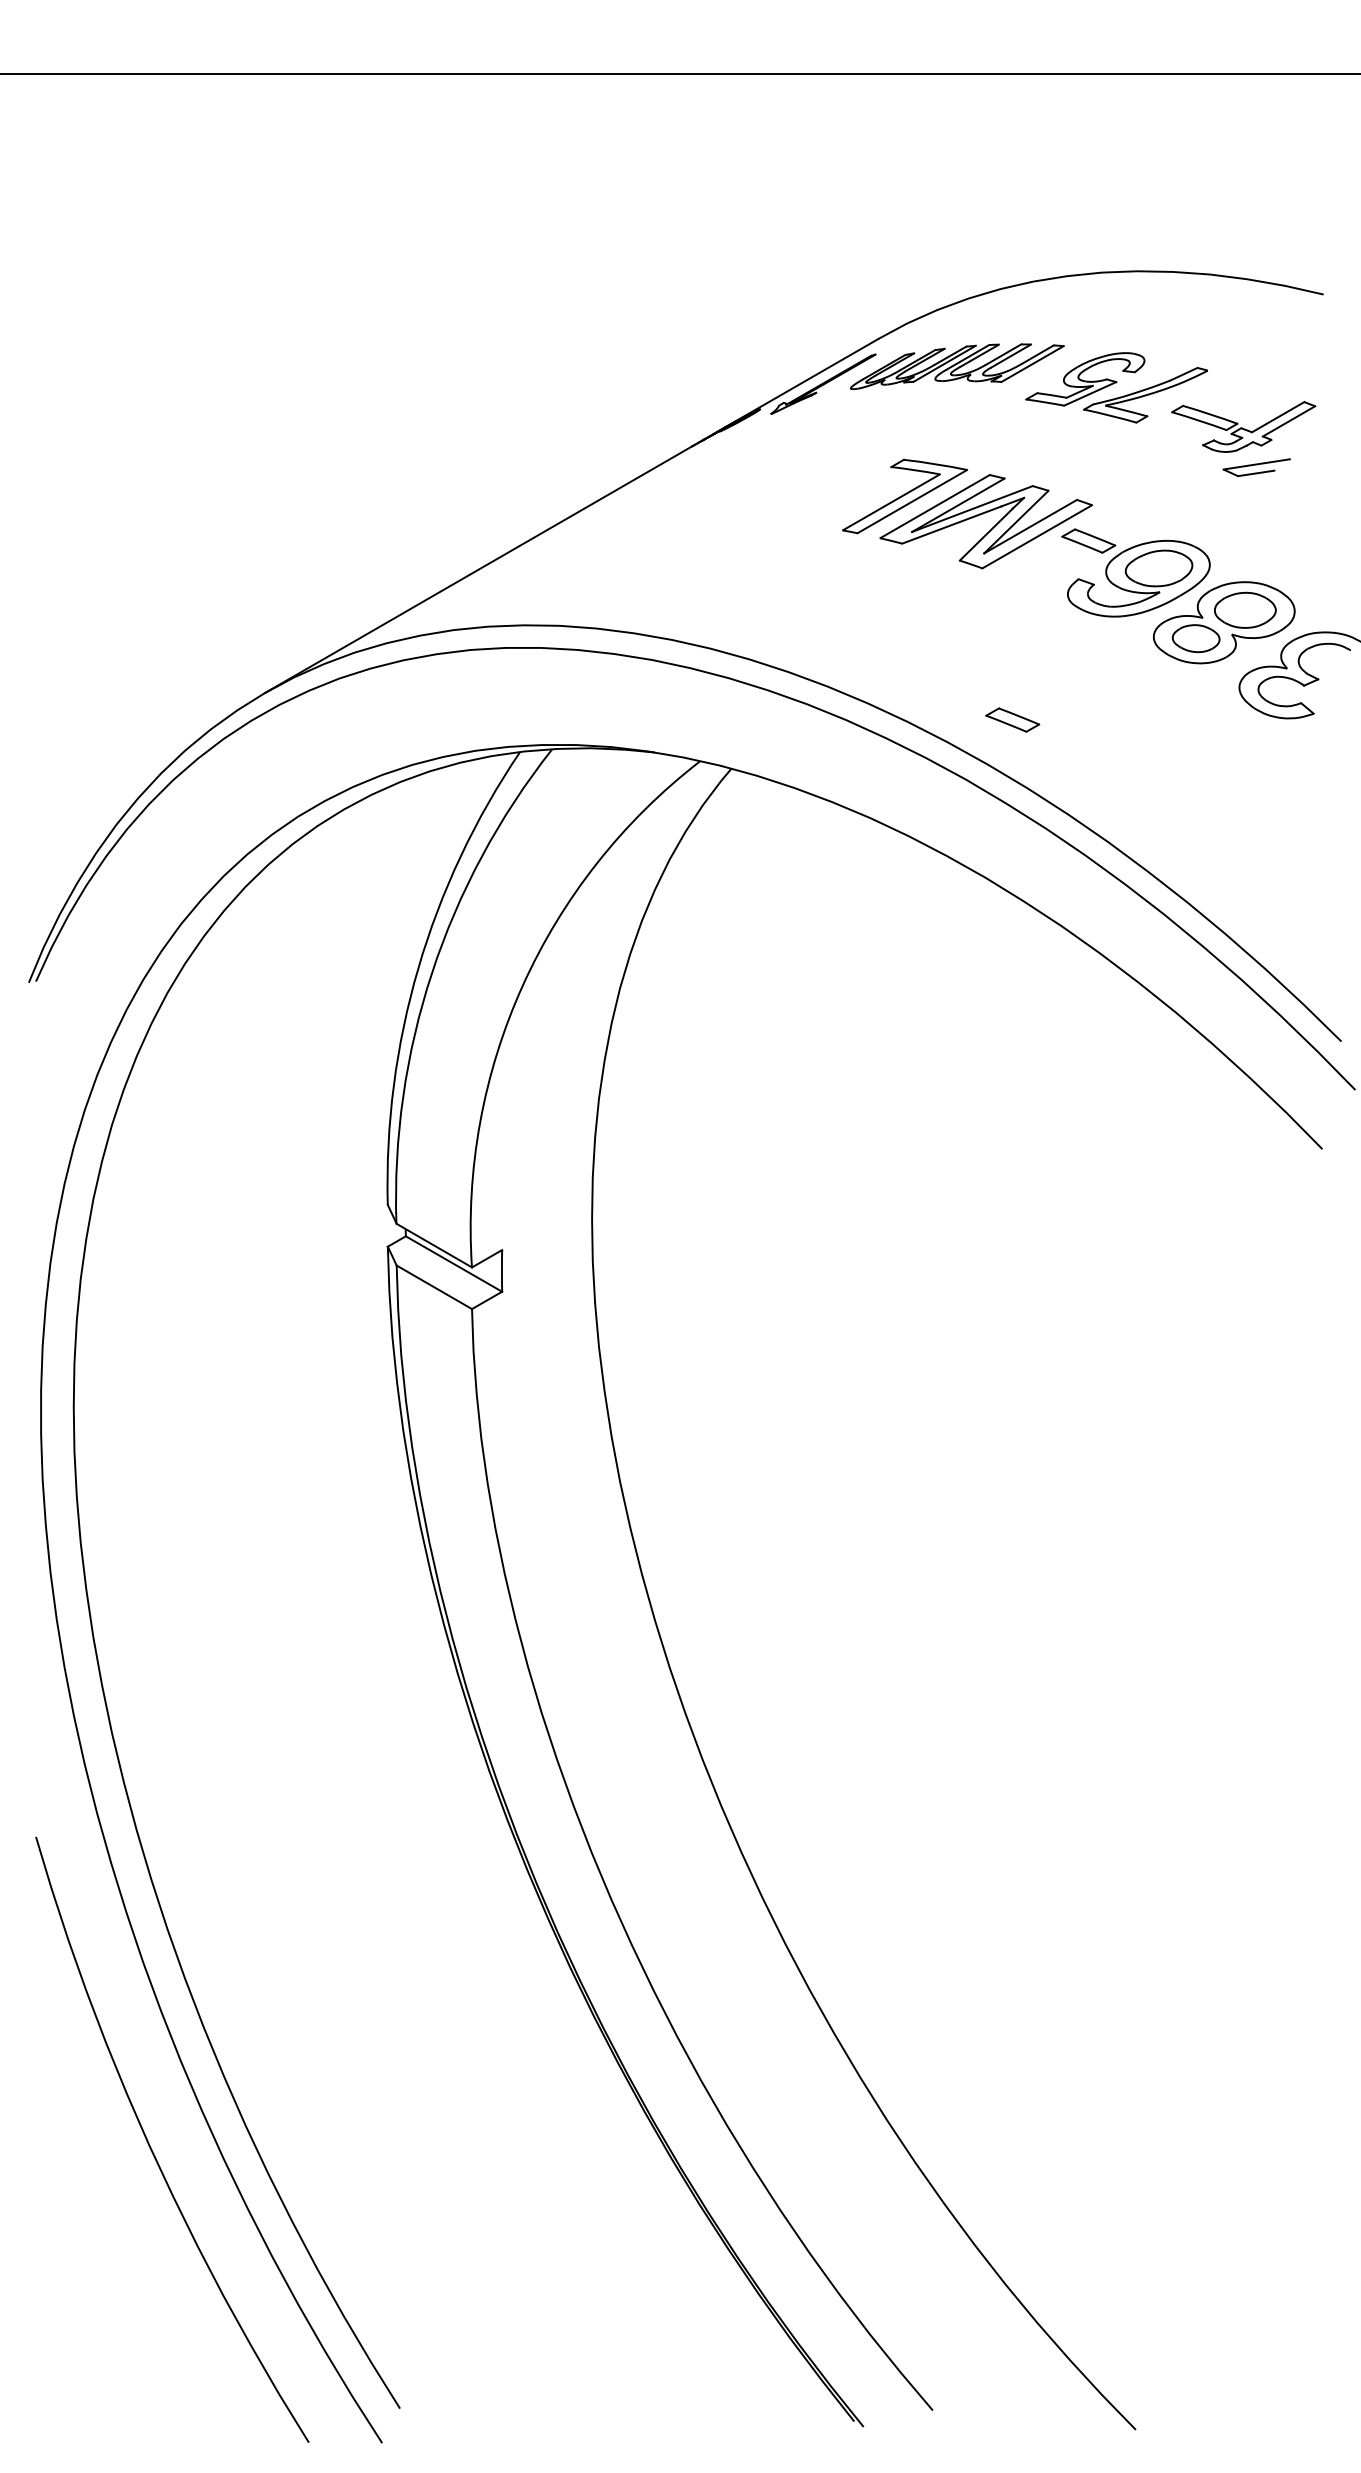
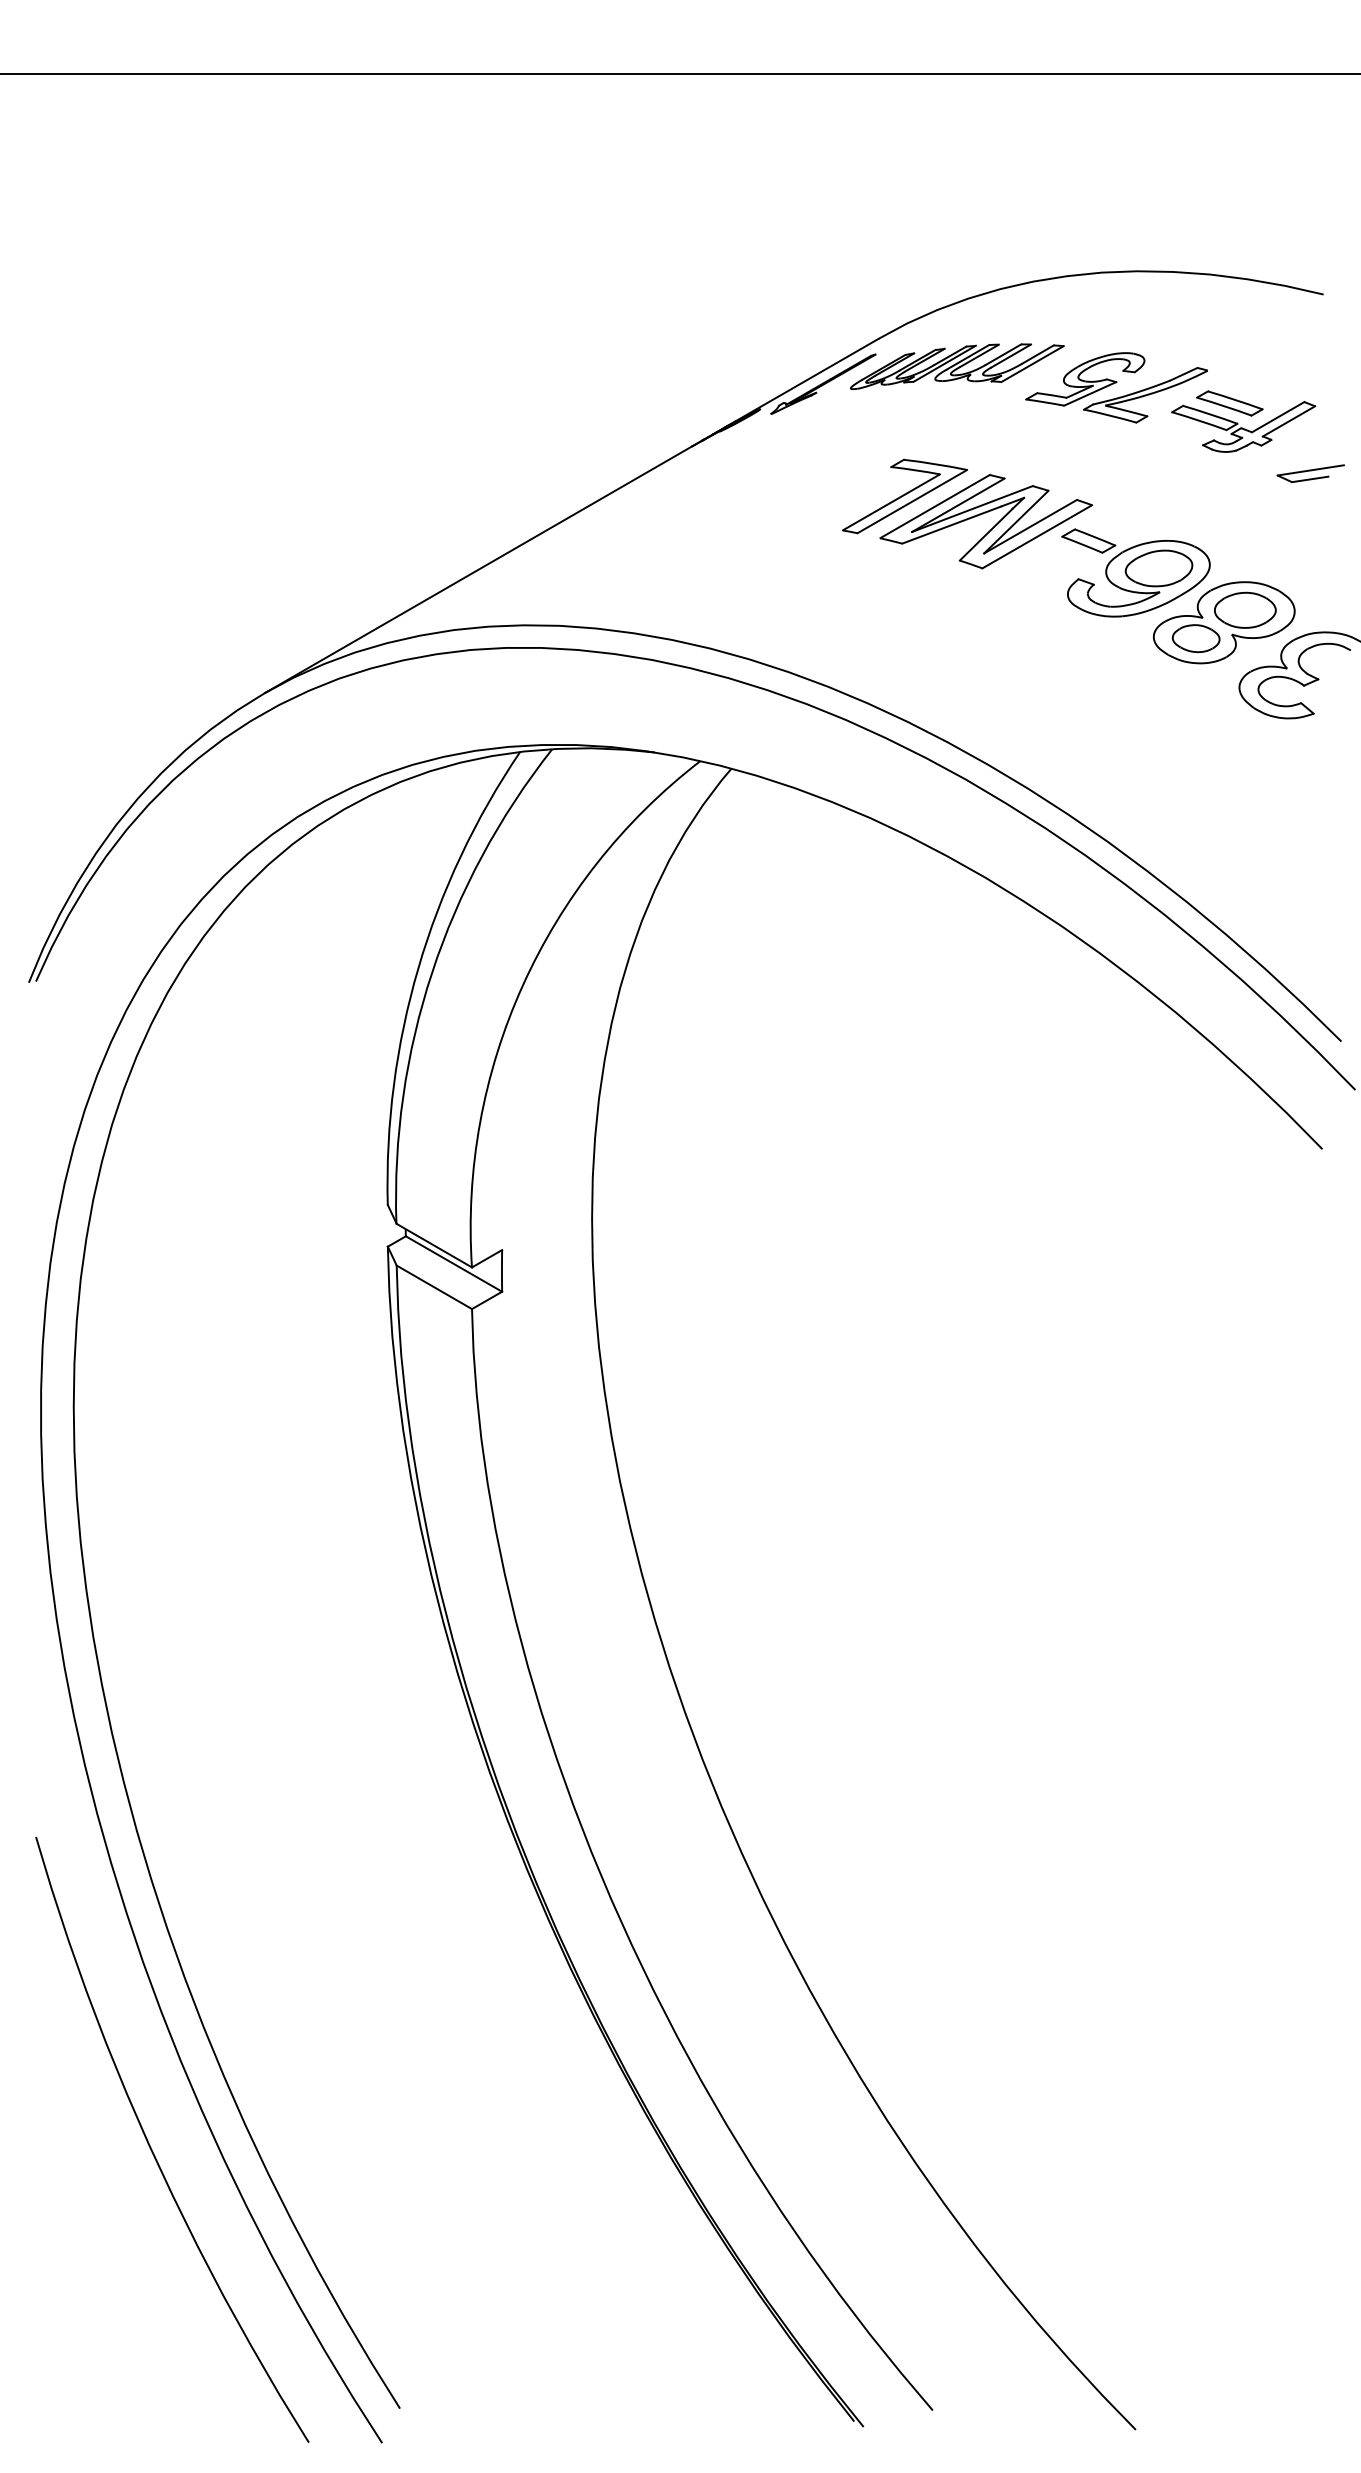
part at (1229, 403): none -> present
part at (1256, 467) position: (1256, 467) -> (1310, 473)
part at (1012, 719): present -> none
